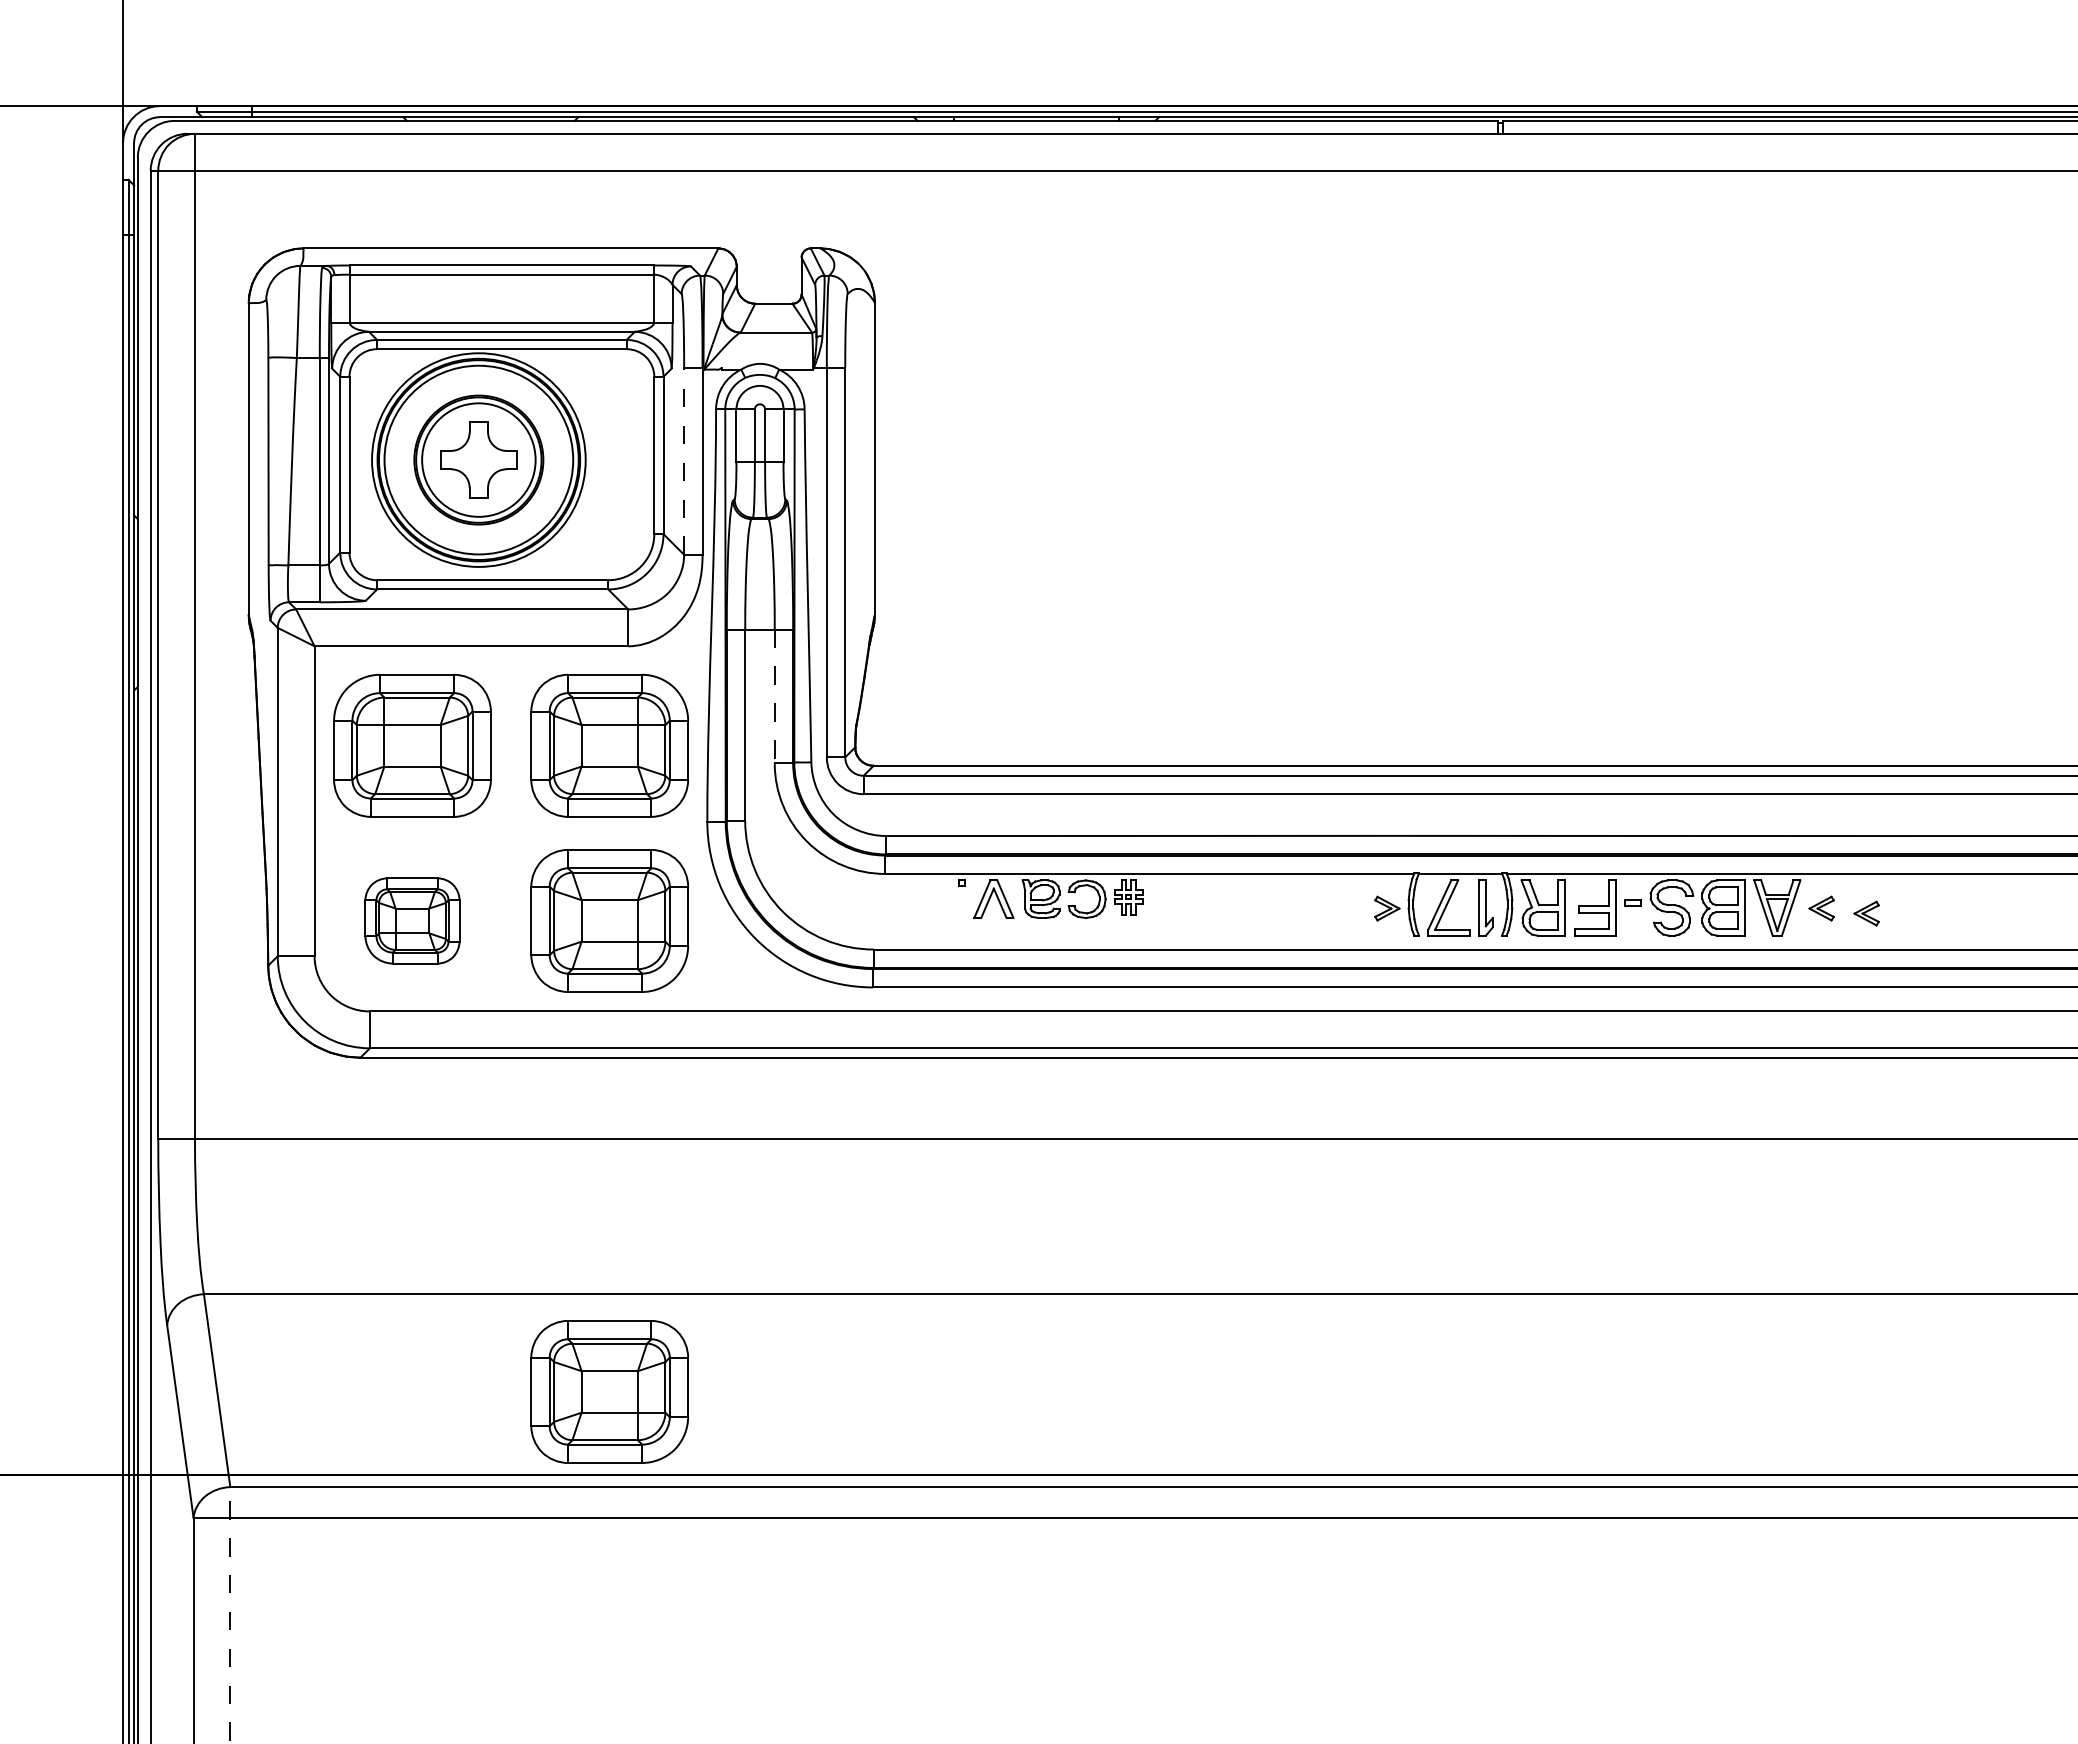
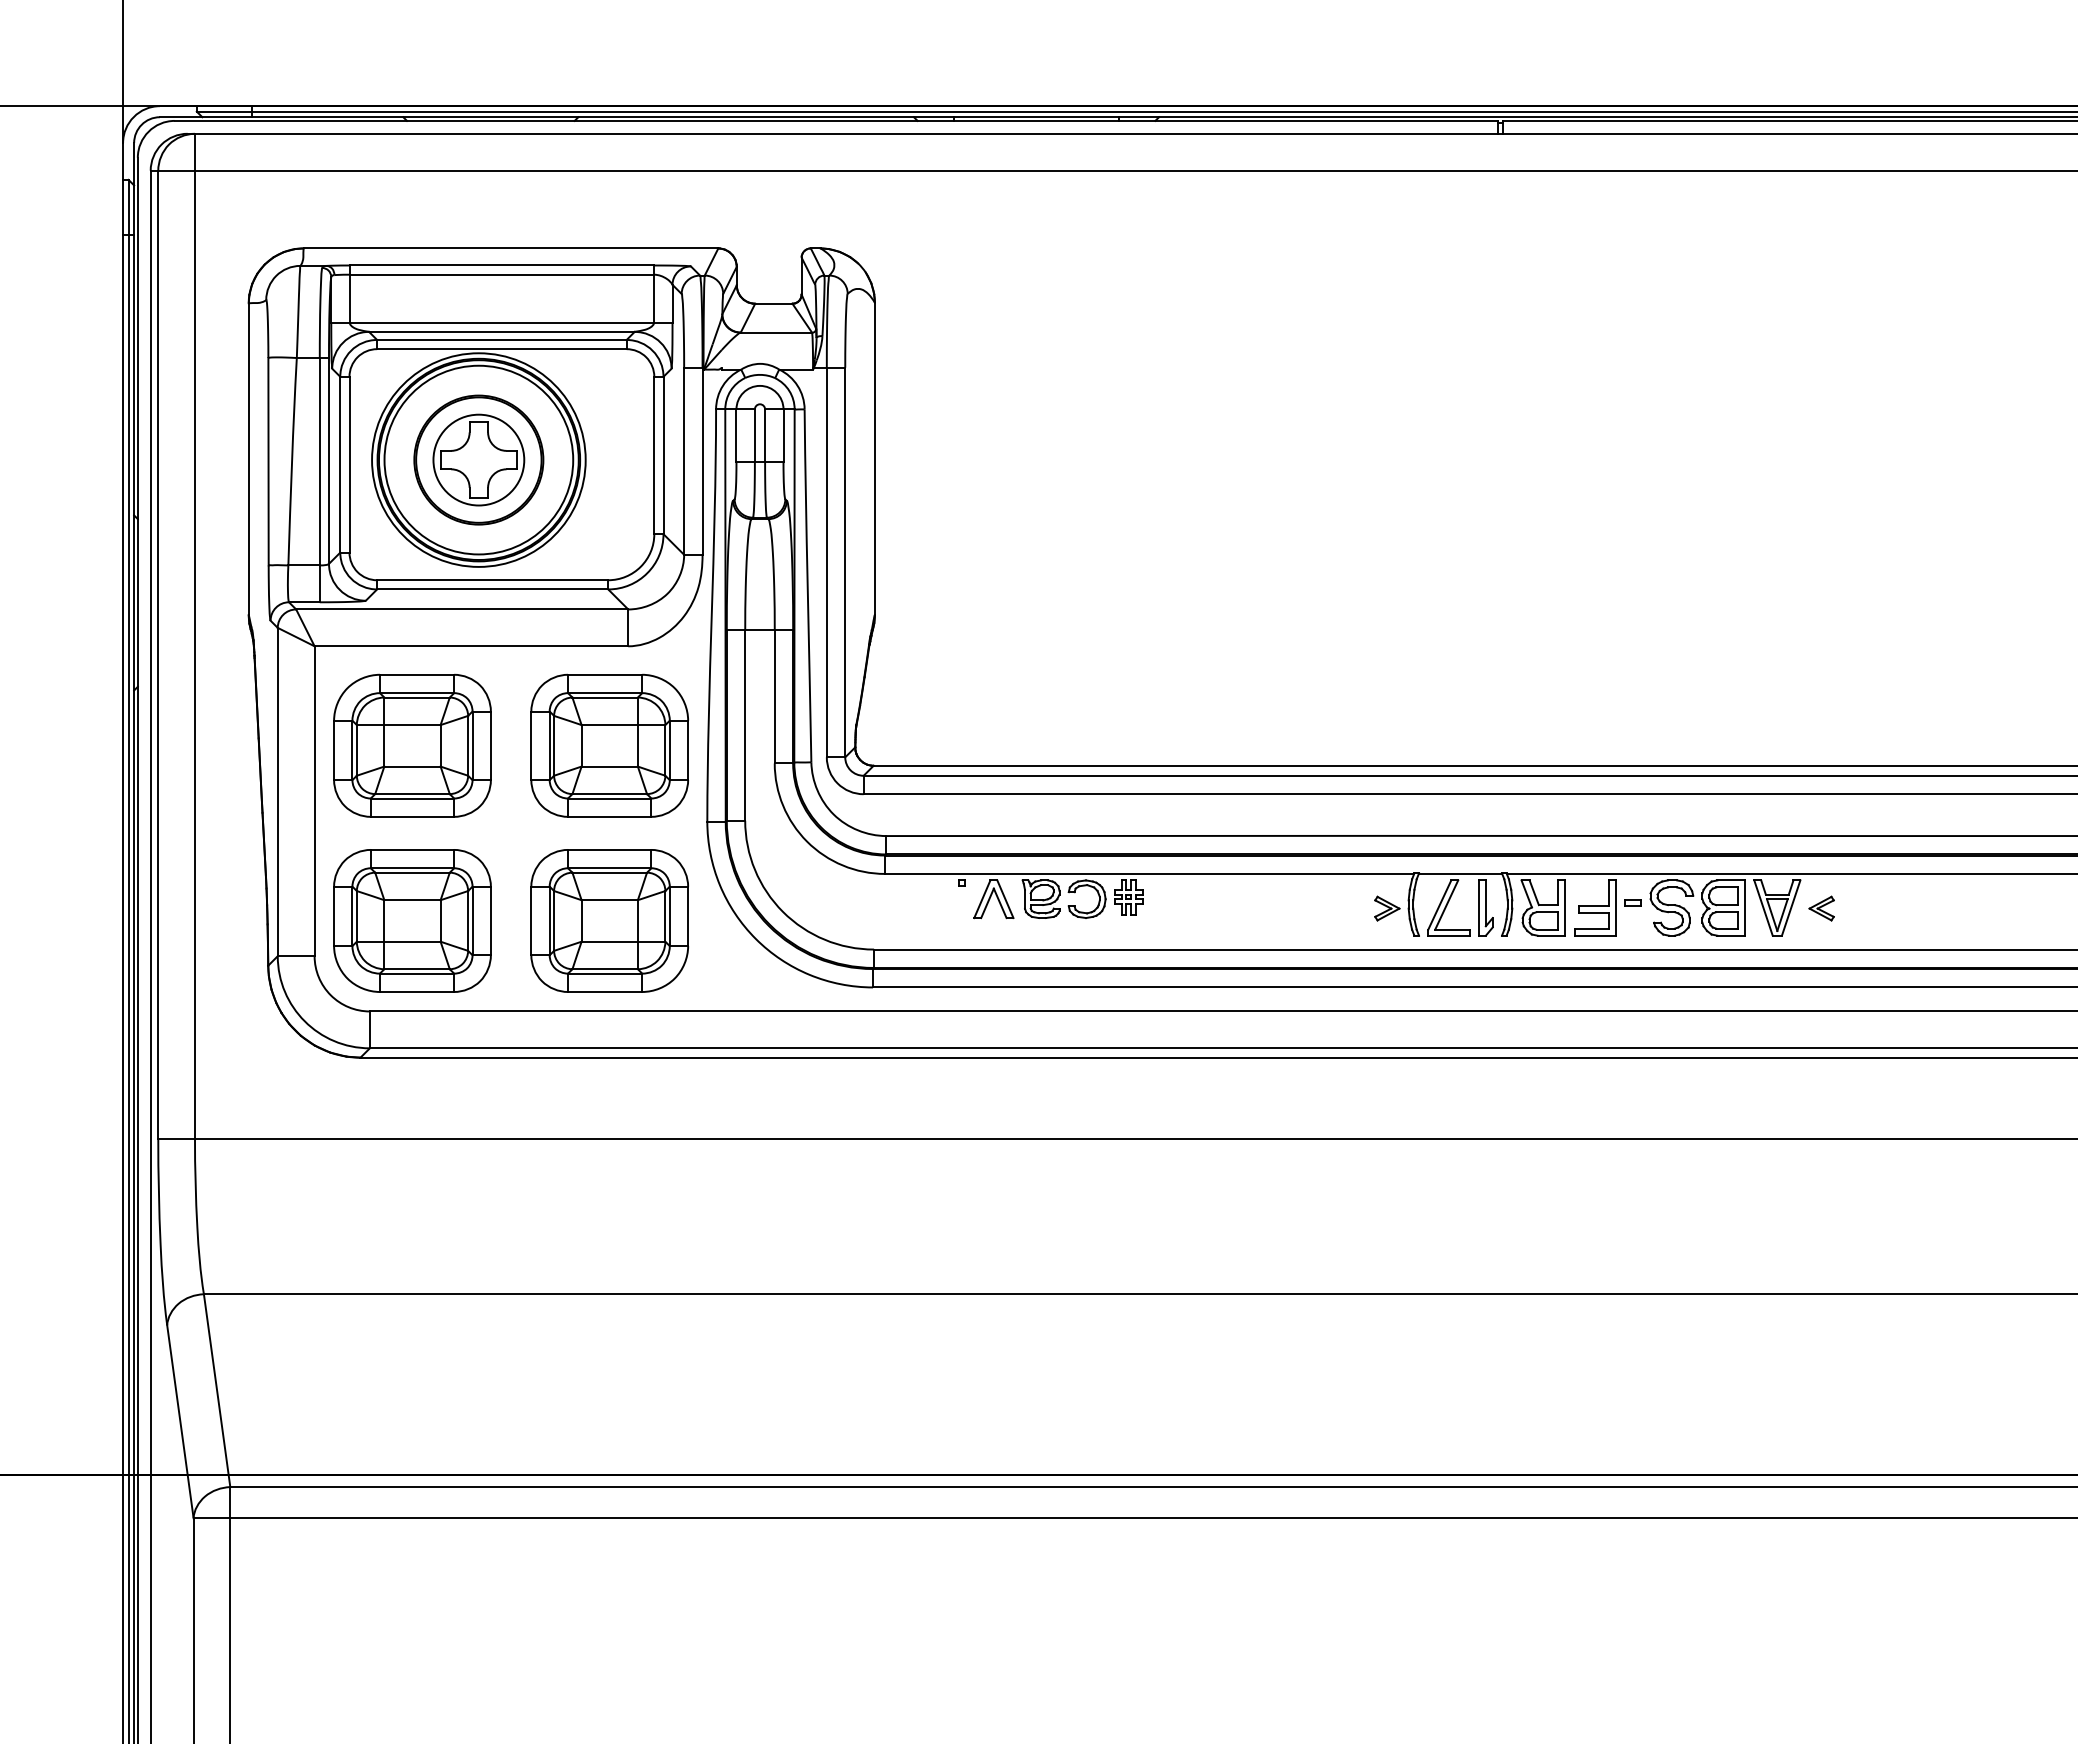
circle at (478, 459) diameter: 114 px -> 91 px
line at (684, 461): dashed -> solid
line at (774, 696): dashed -> solid
part at (1866, 913): present -> none
part at (412, 920) size: 97x88 px -> 159x144 px
part at (609, 1391): present -> none
line at (230, 1615): dashed -> solid
